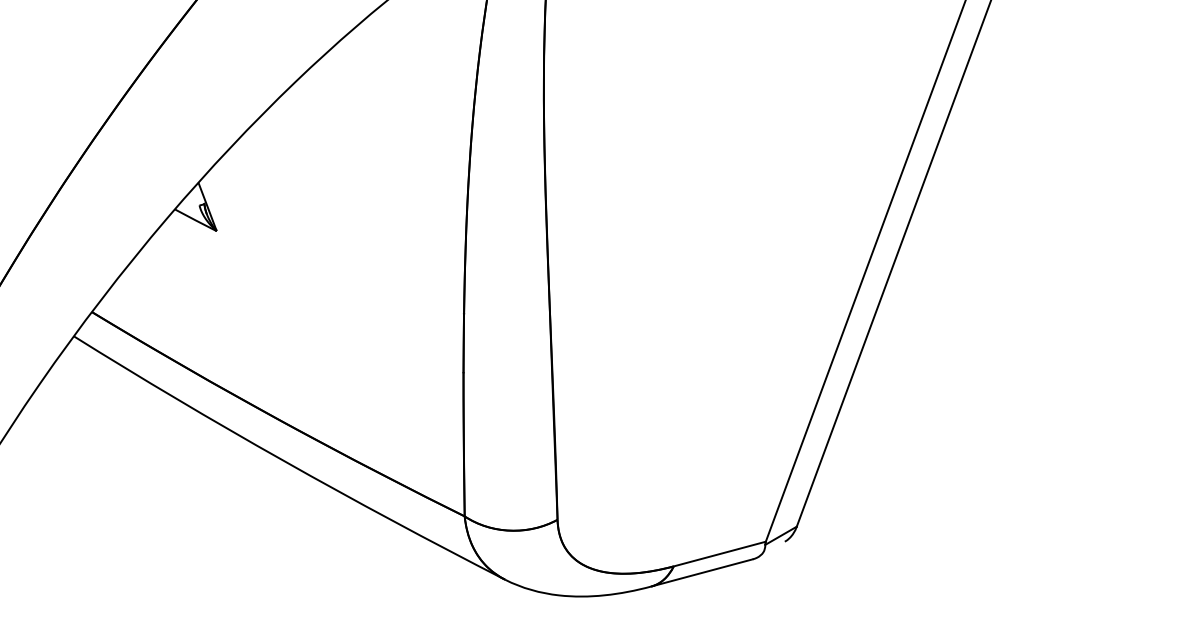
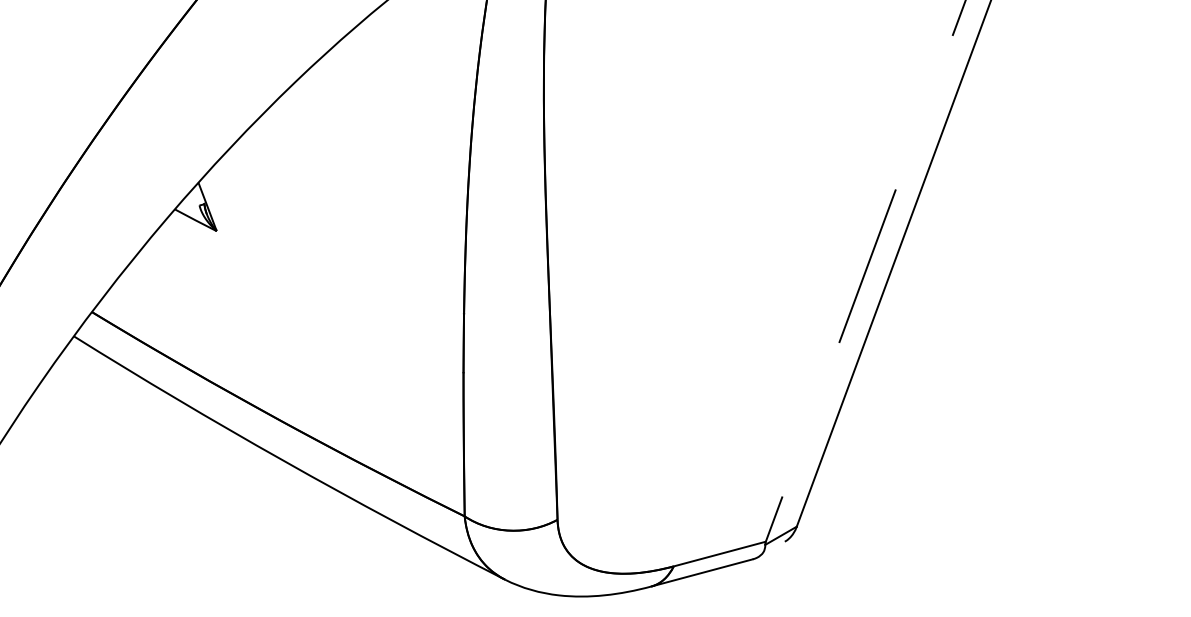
line at (865, 271): solid -> dashed
